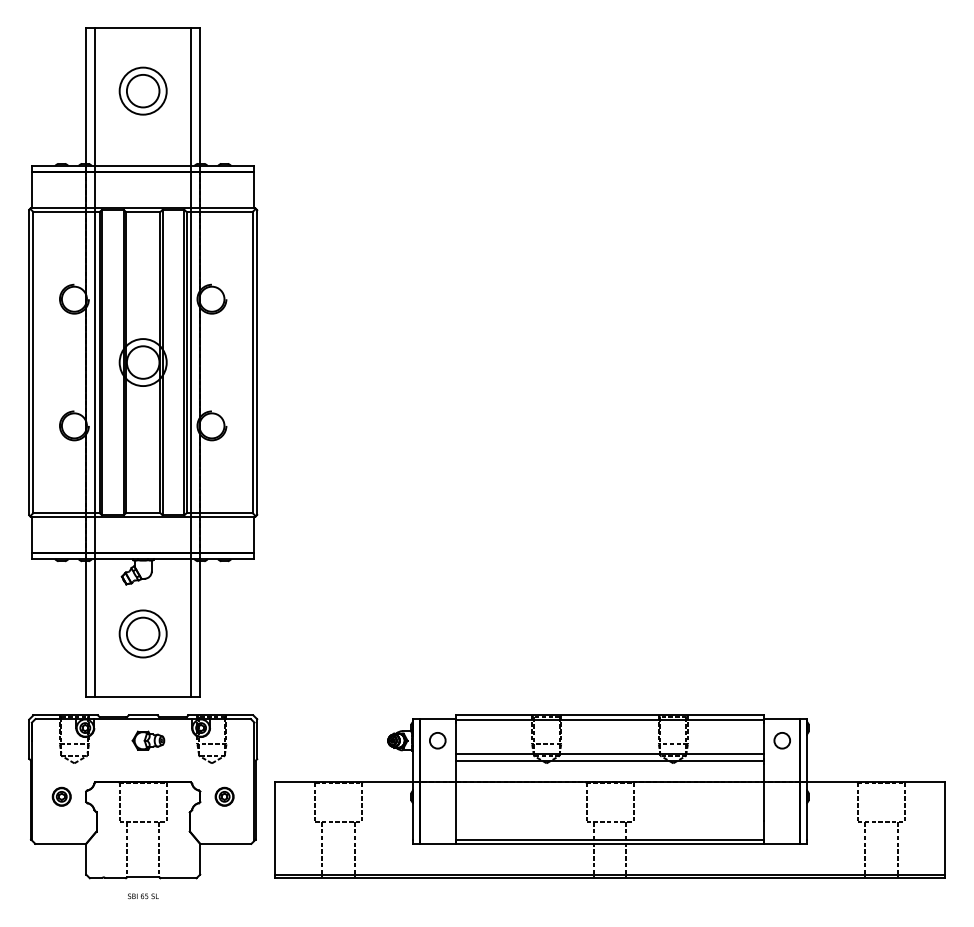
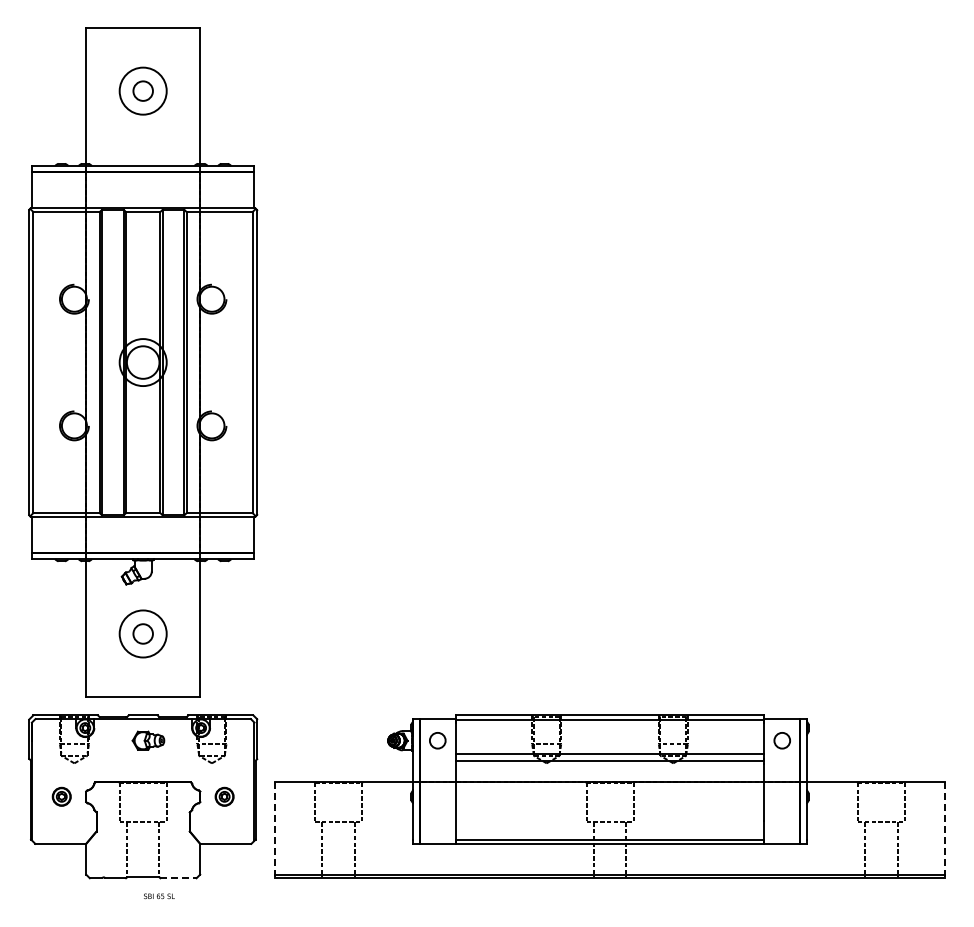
circle at (142, 90) diameter: 33 px -> 20 px
line at (95, 362): present -> none
line at (190, 362): present -> none
circle at (142, 633) diameter: 33 px -> 20 px
line at (275, 830): solid -> dashed
line at (944, 830): solid -> dashed
line at (178, 878): solid -> dashed
text at (143, 896) position: (143, 896) -> (159, 896)
